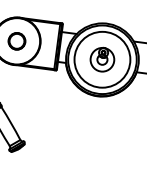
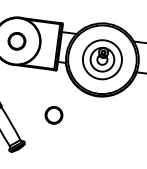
circle at (102, 59) diameter: 56 px -> 39 px
part at (53, 115): none -> present
